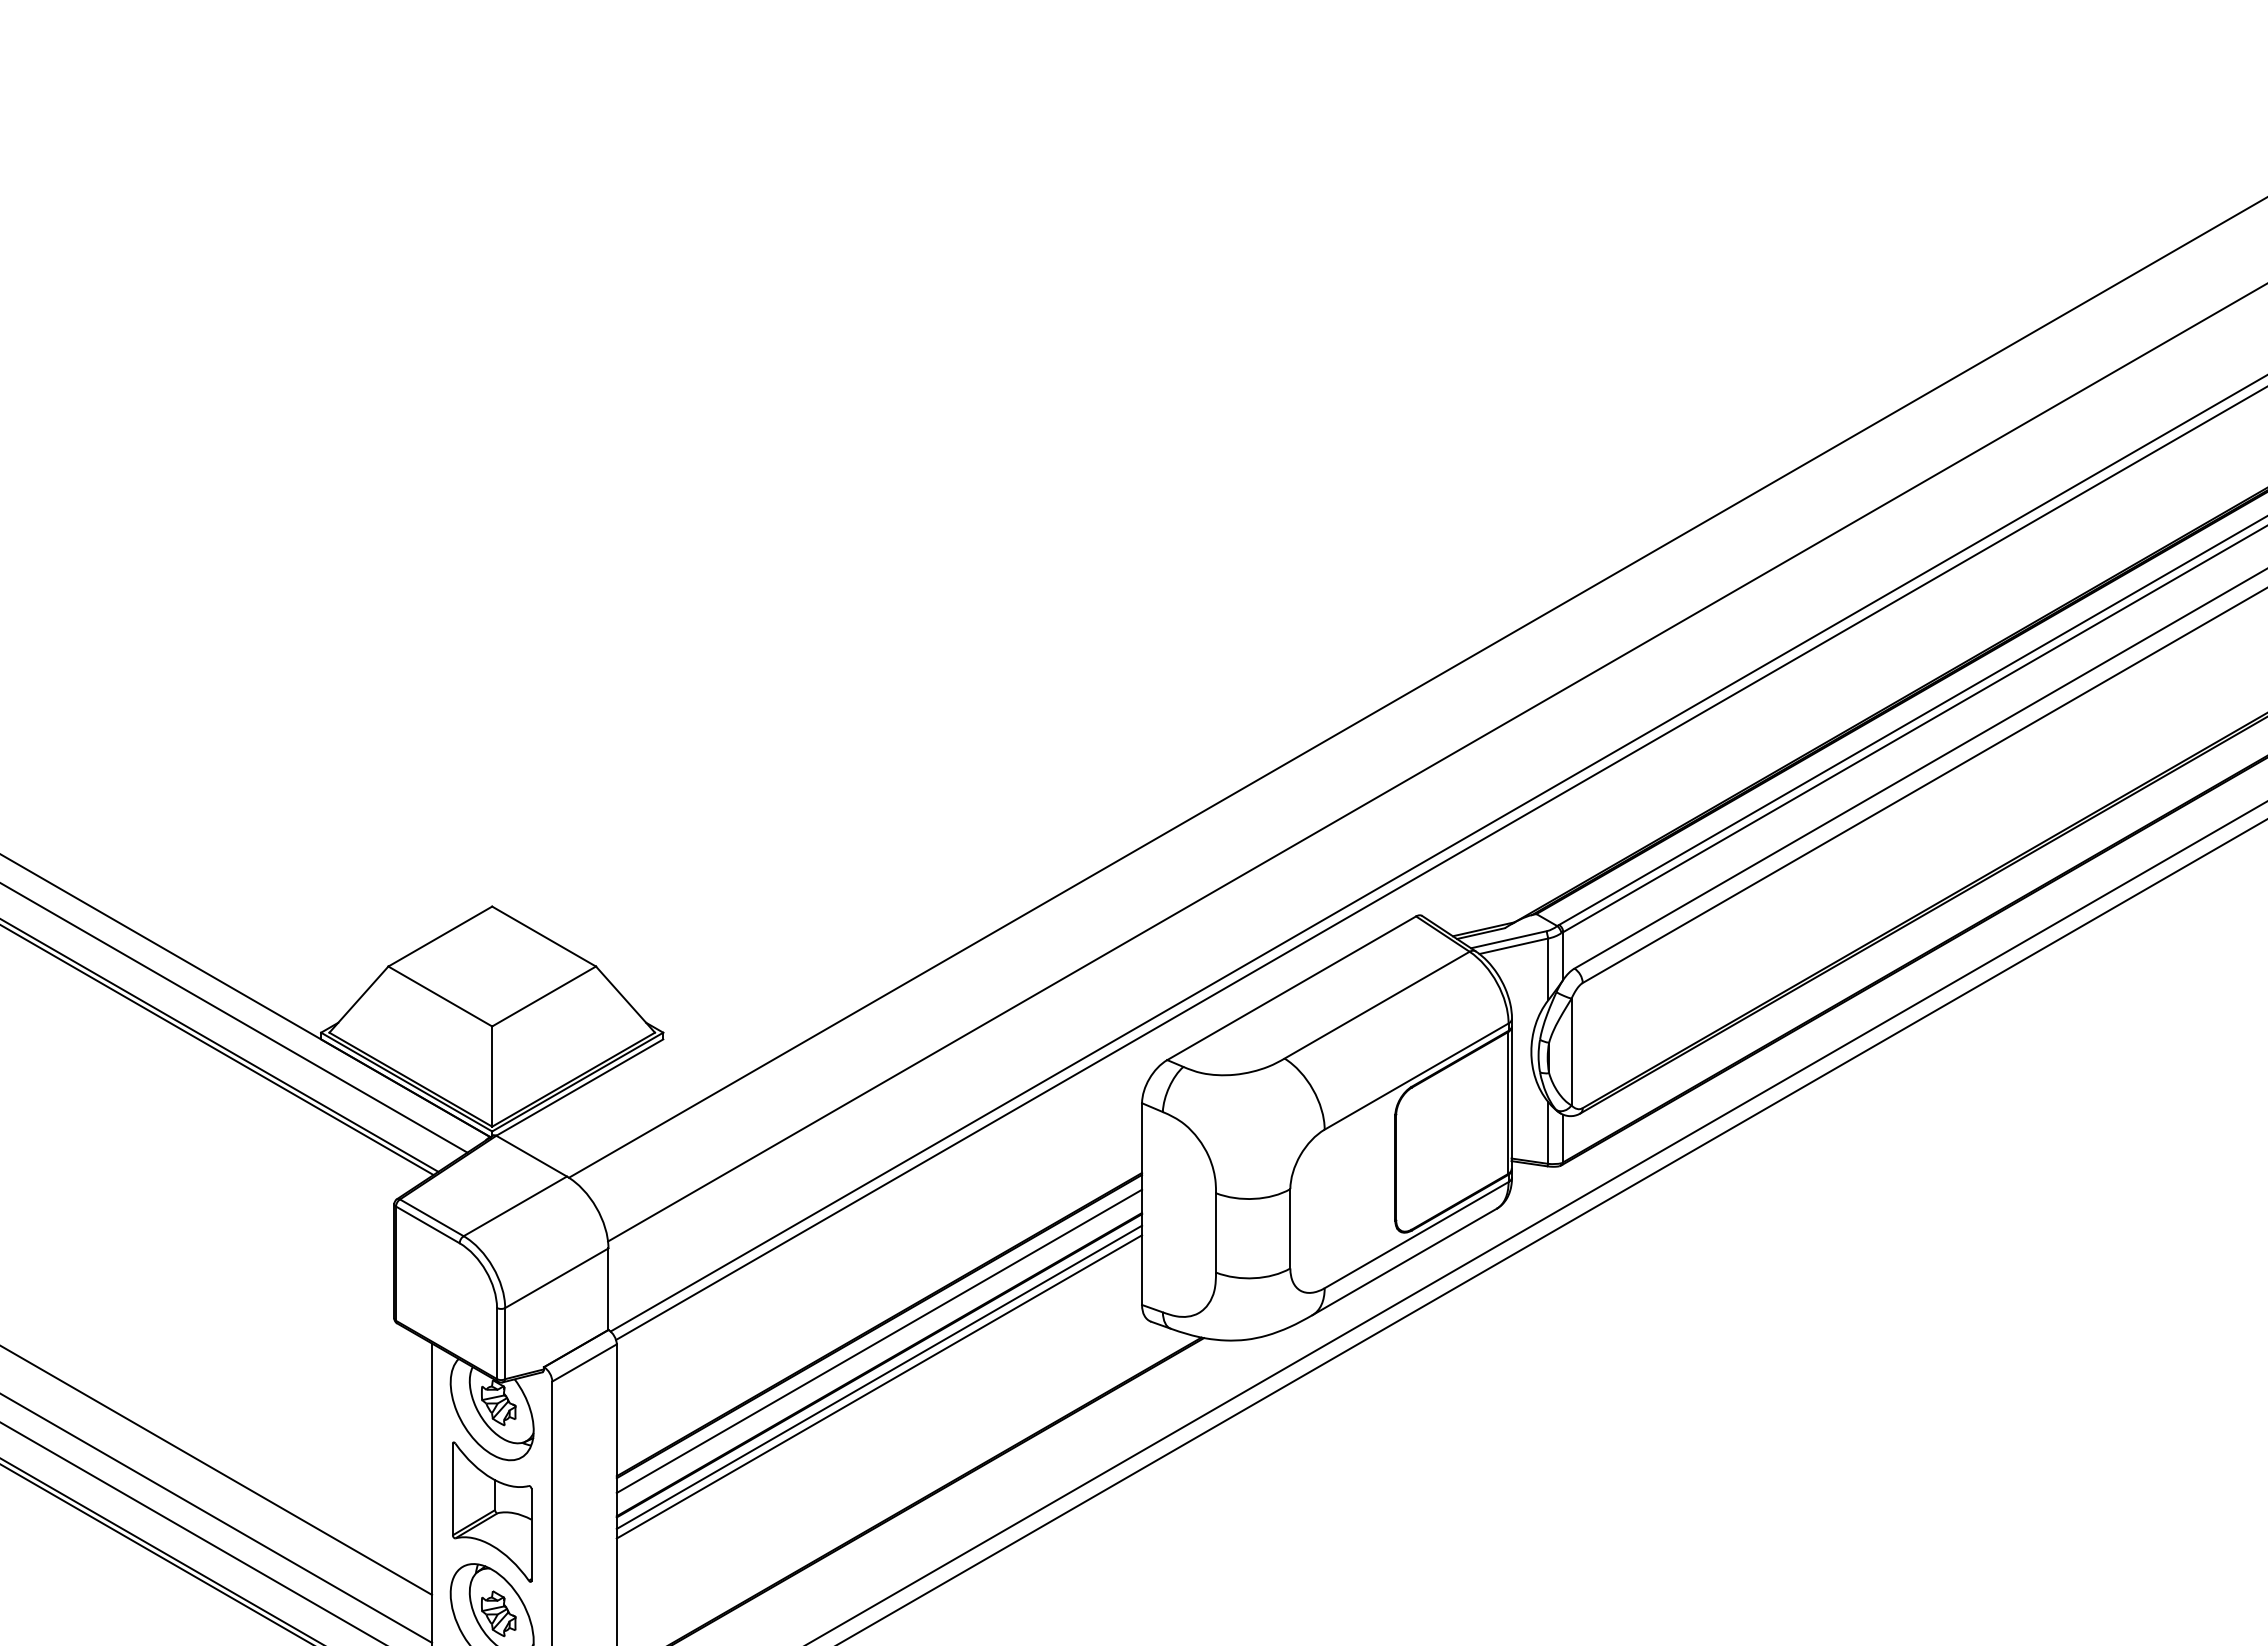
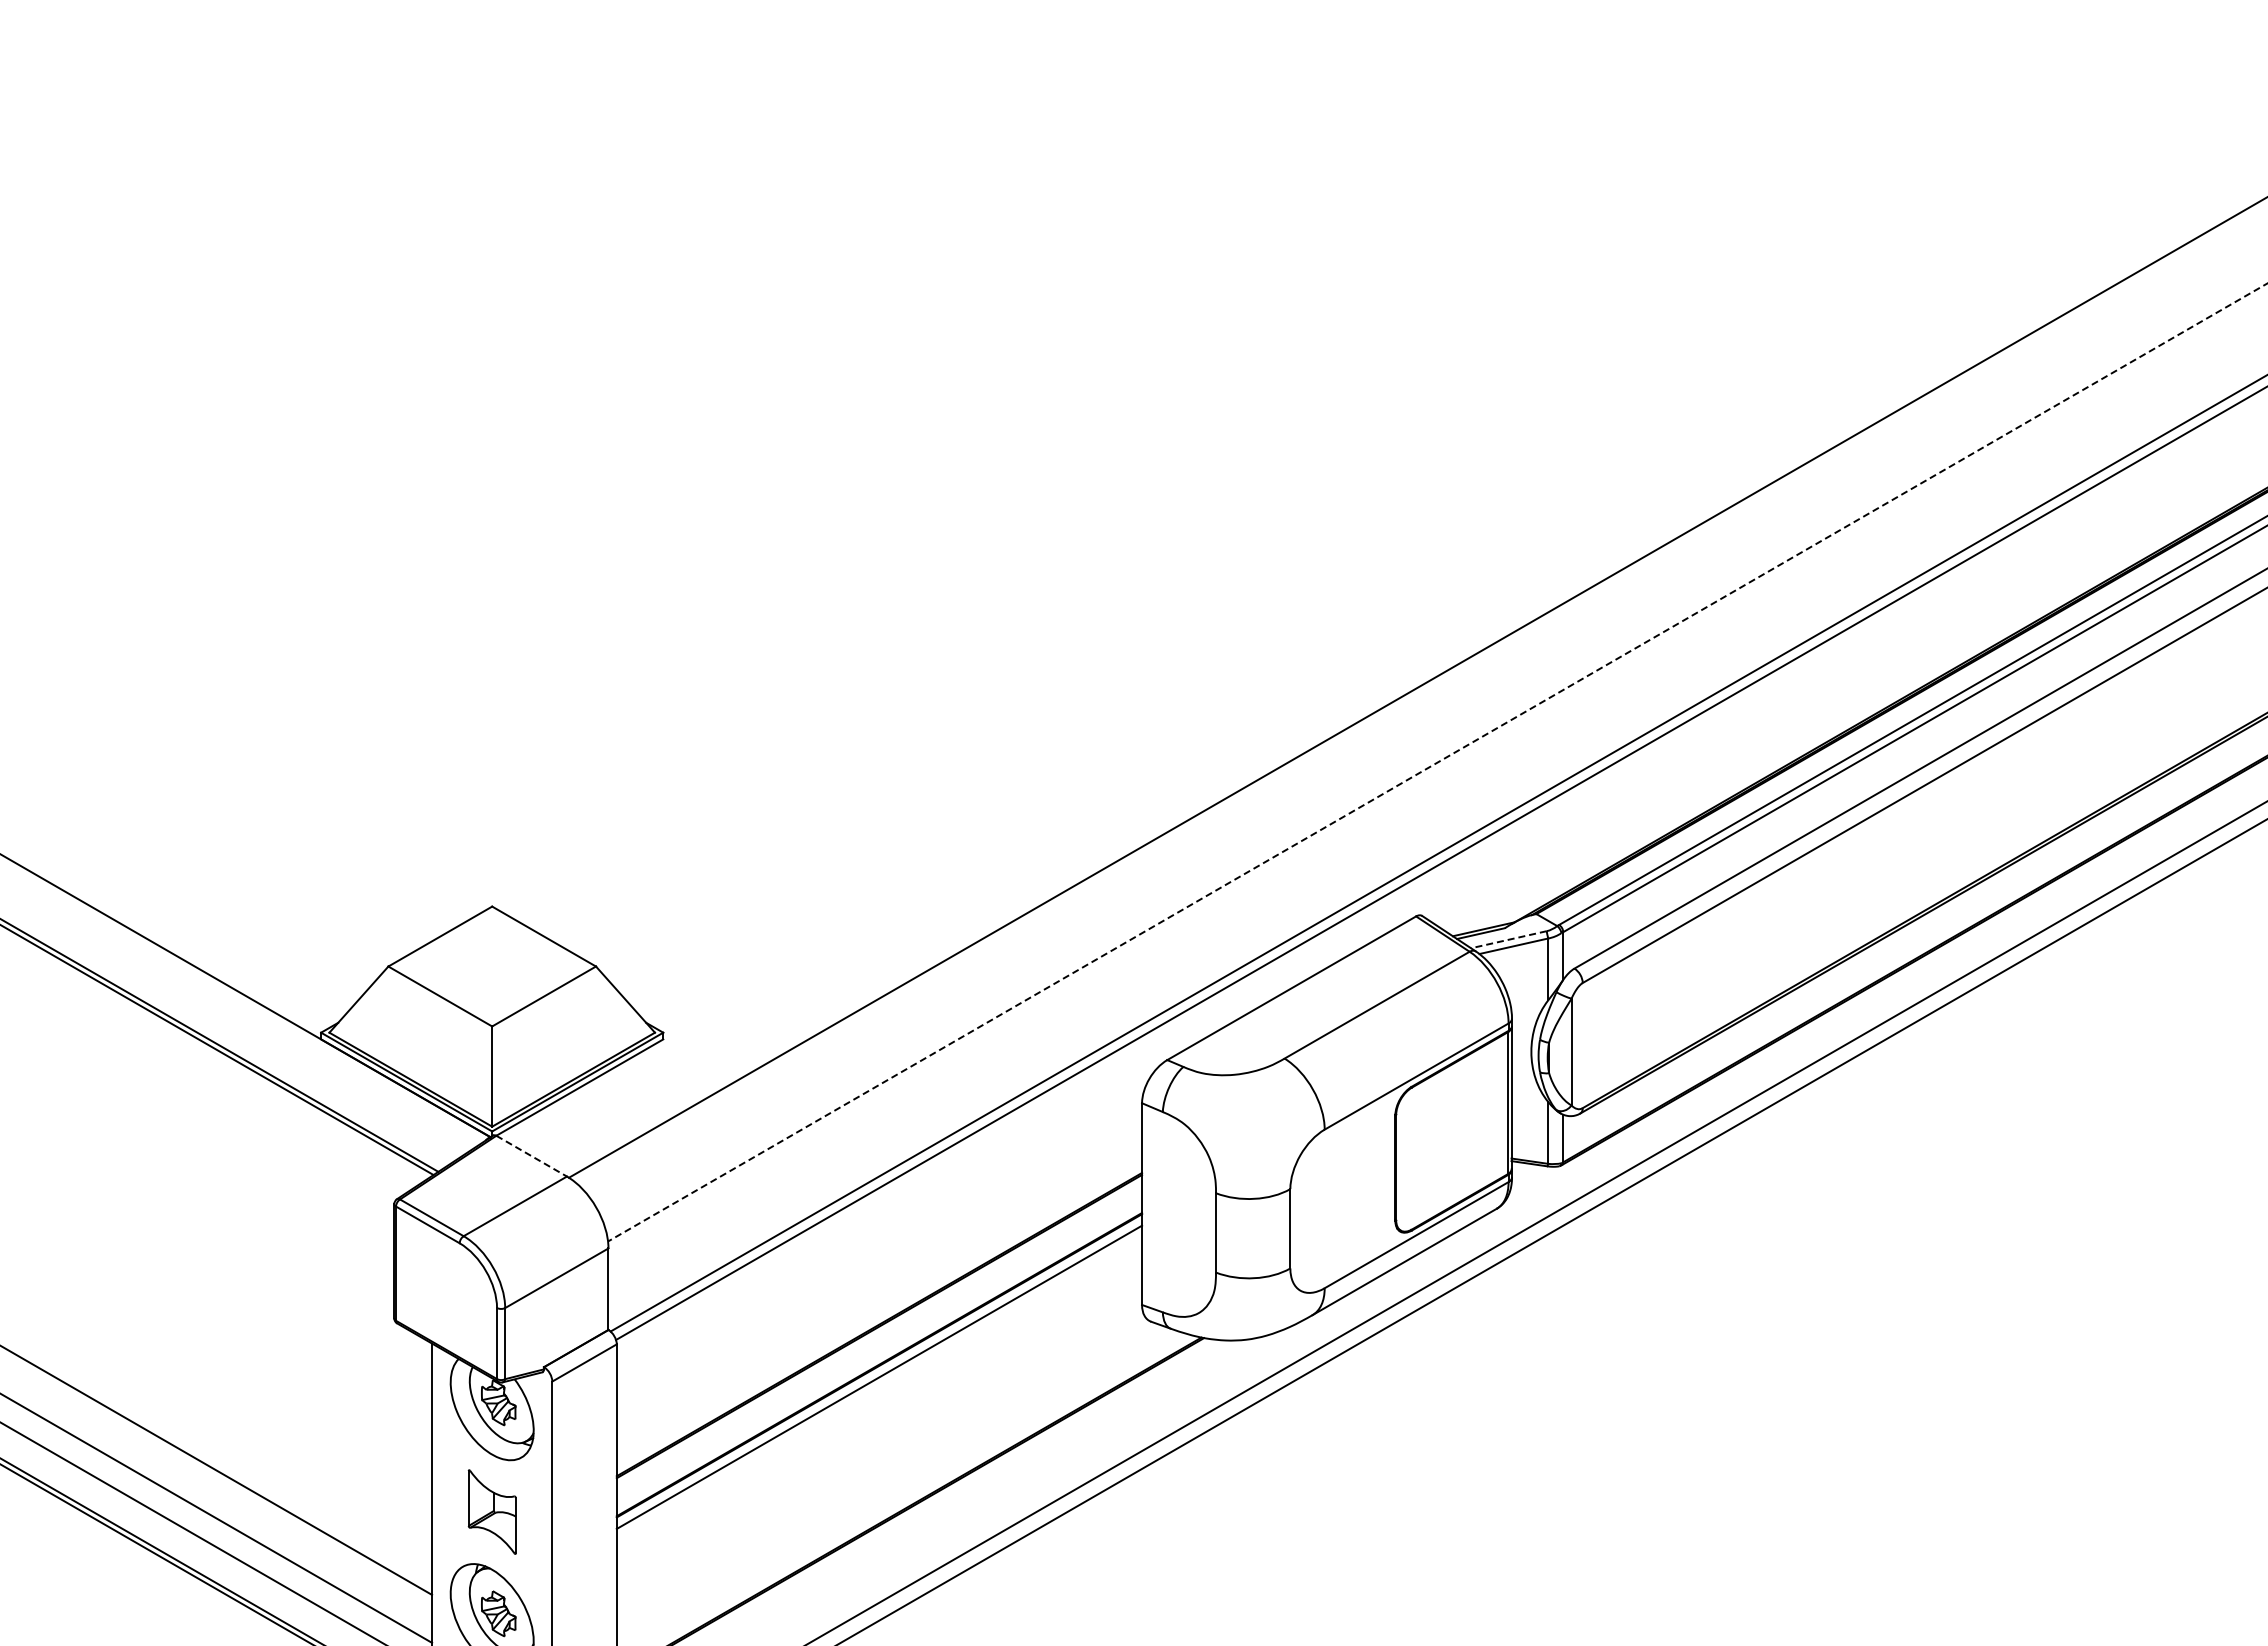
line at (1437, 762): solid -> dashed
line at (1508, 939): solid -> dashed
line at (234, 1018): present -> none
line at (531, 1156): solid -> dashed
line at (879, 1341): present -> none
line at (879, 1386): present -> none
part at (492, 1511) size: 81x142 px -> 50x86 px
